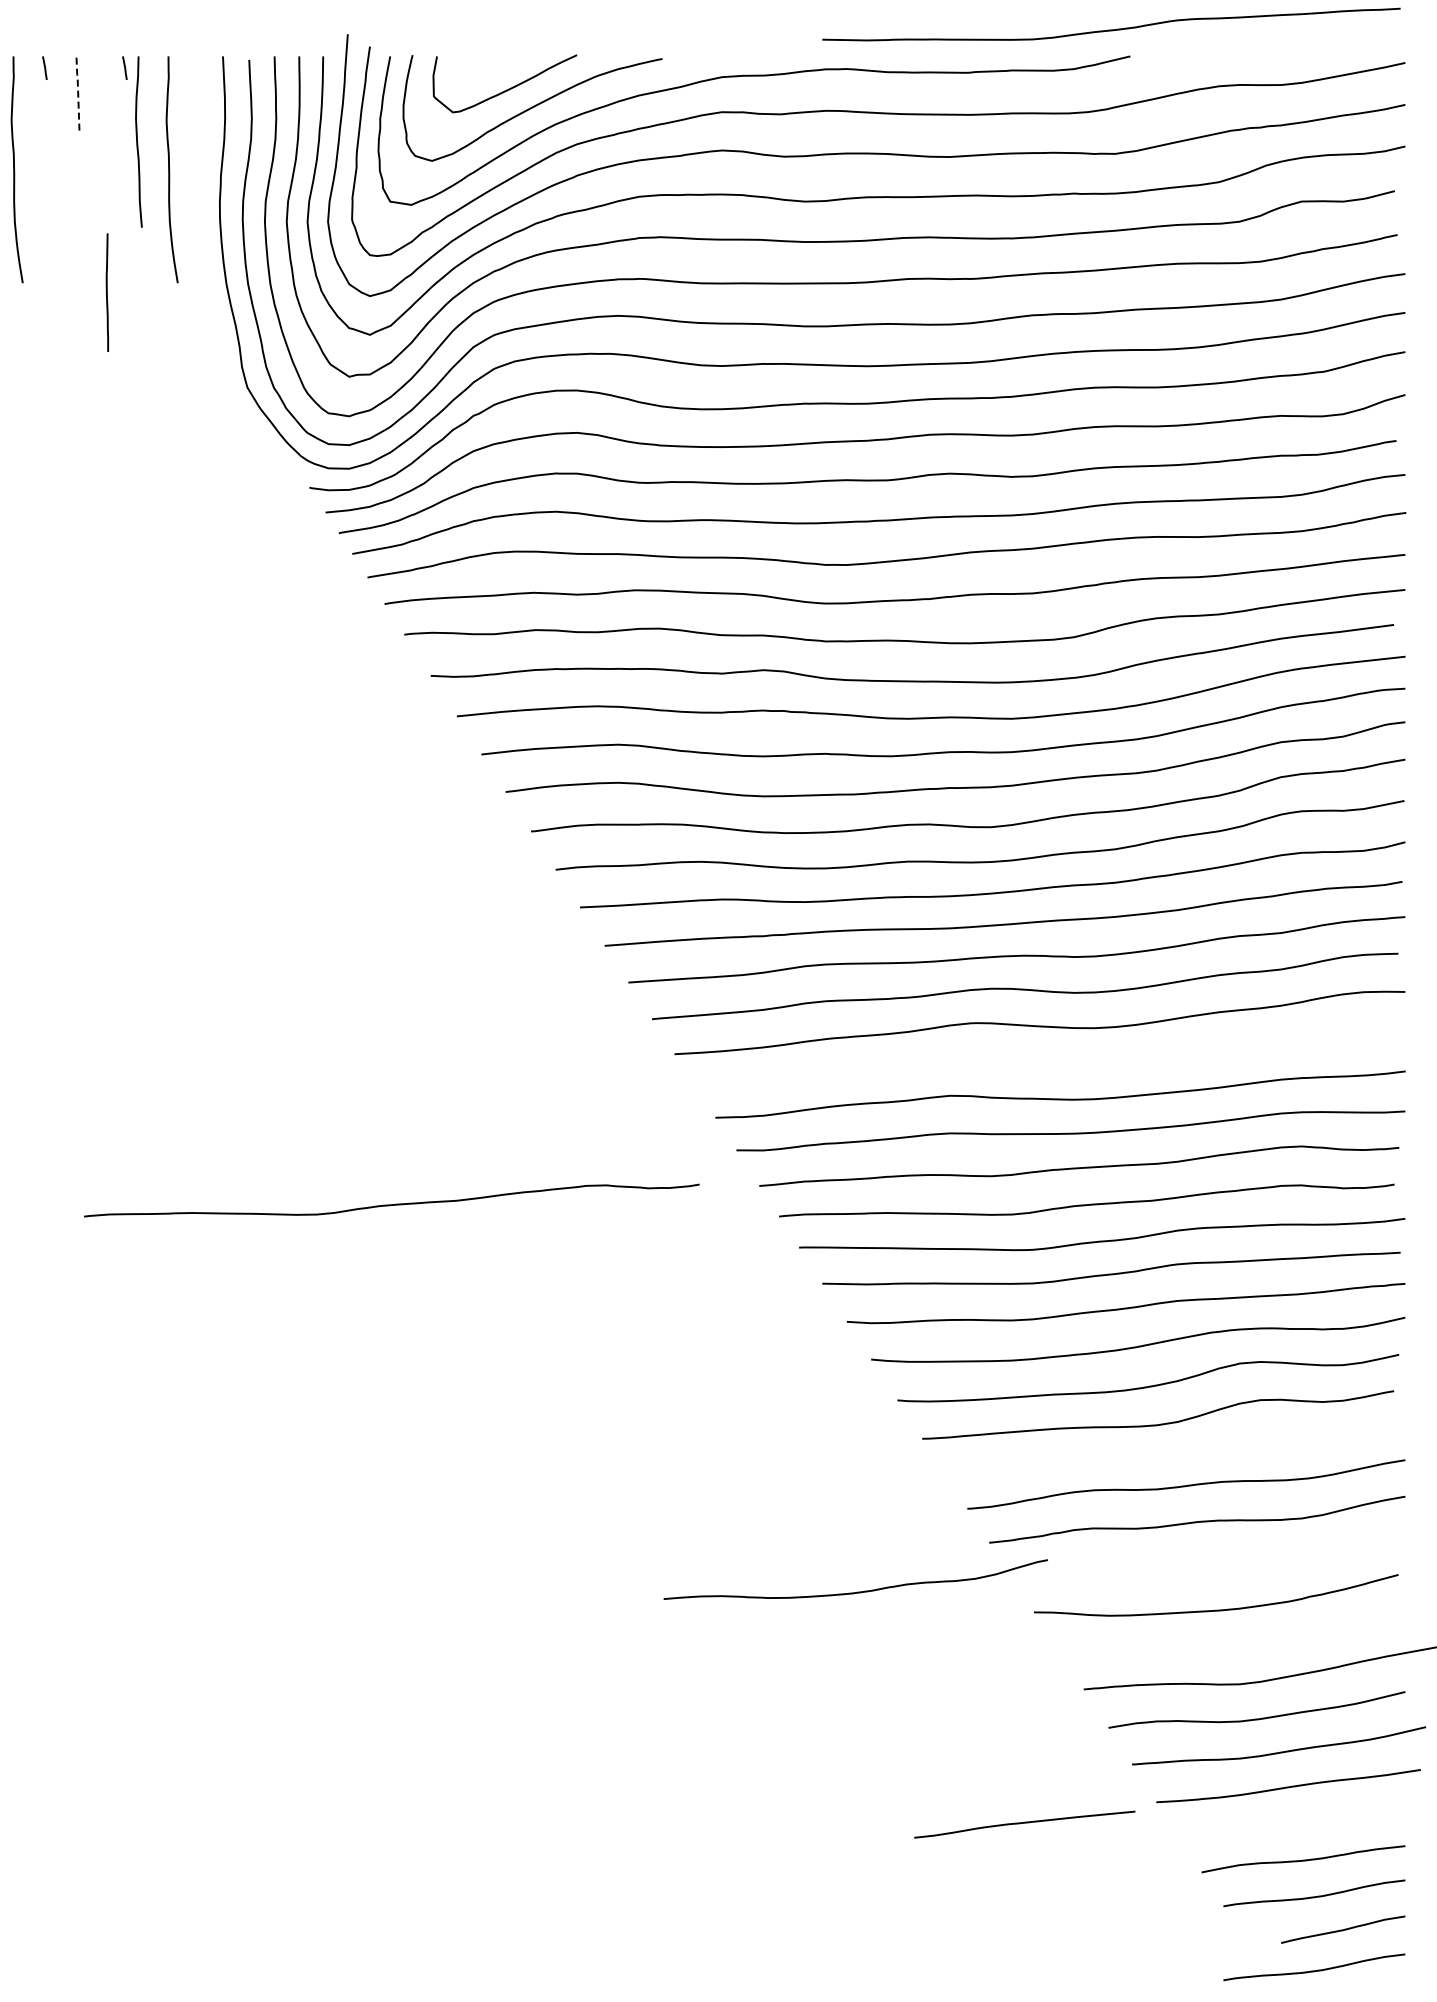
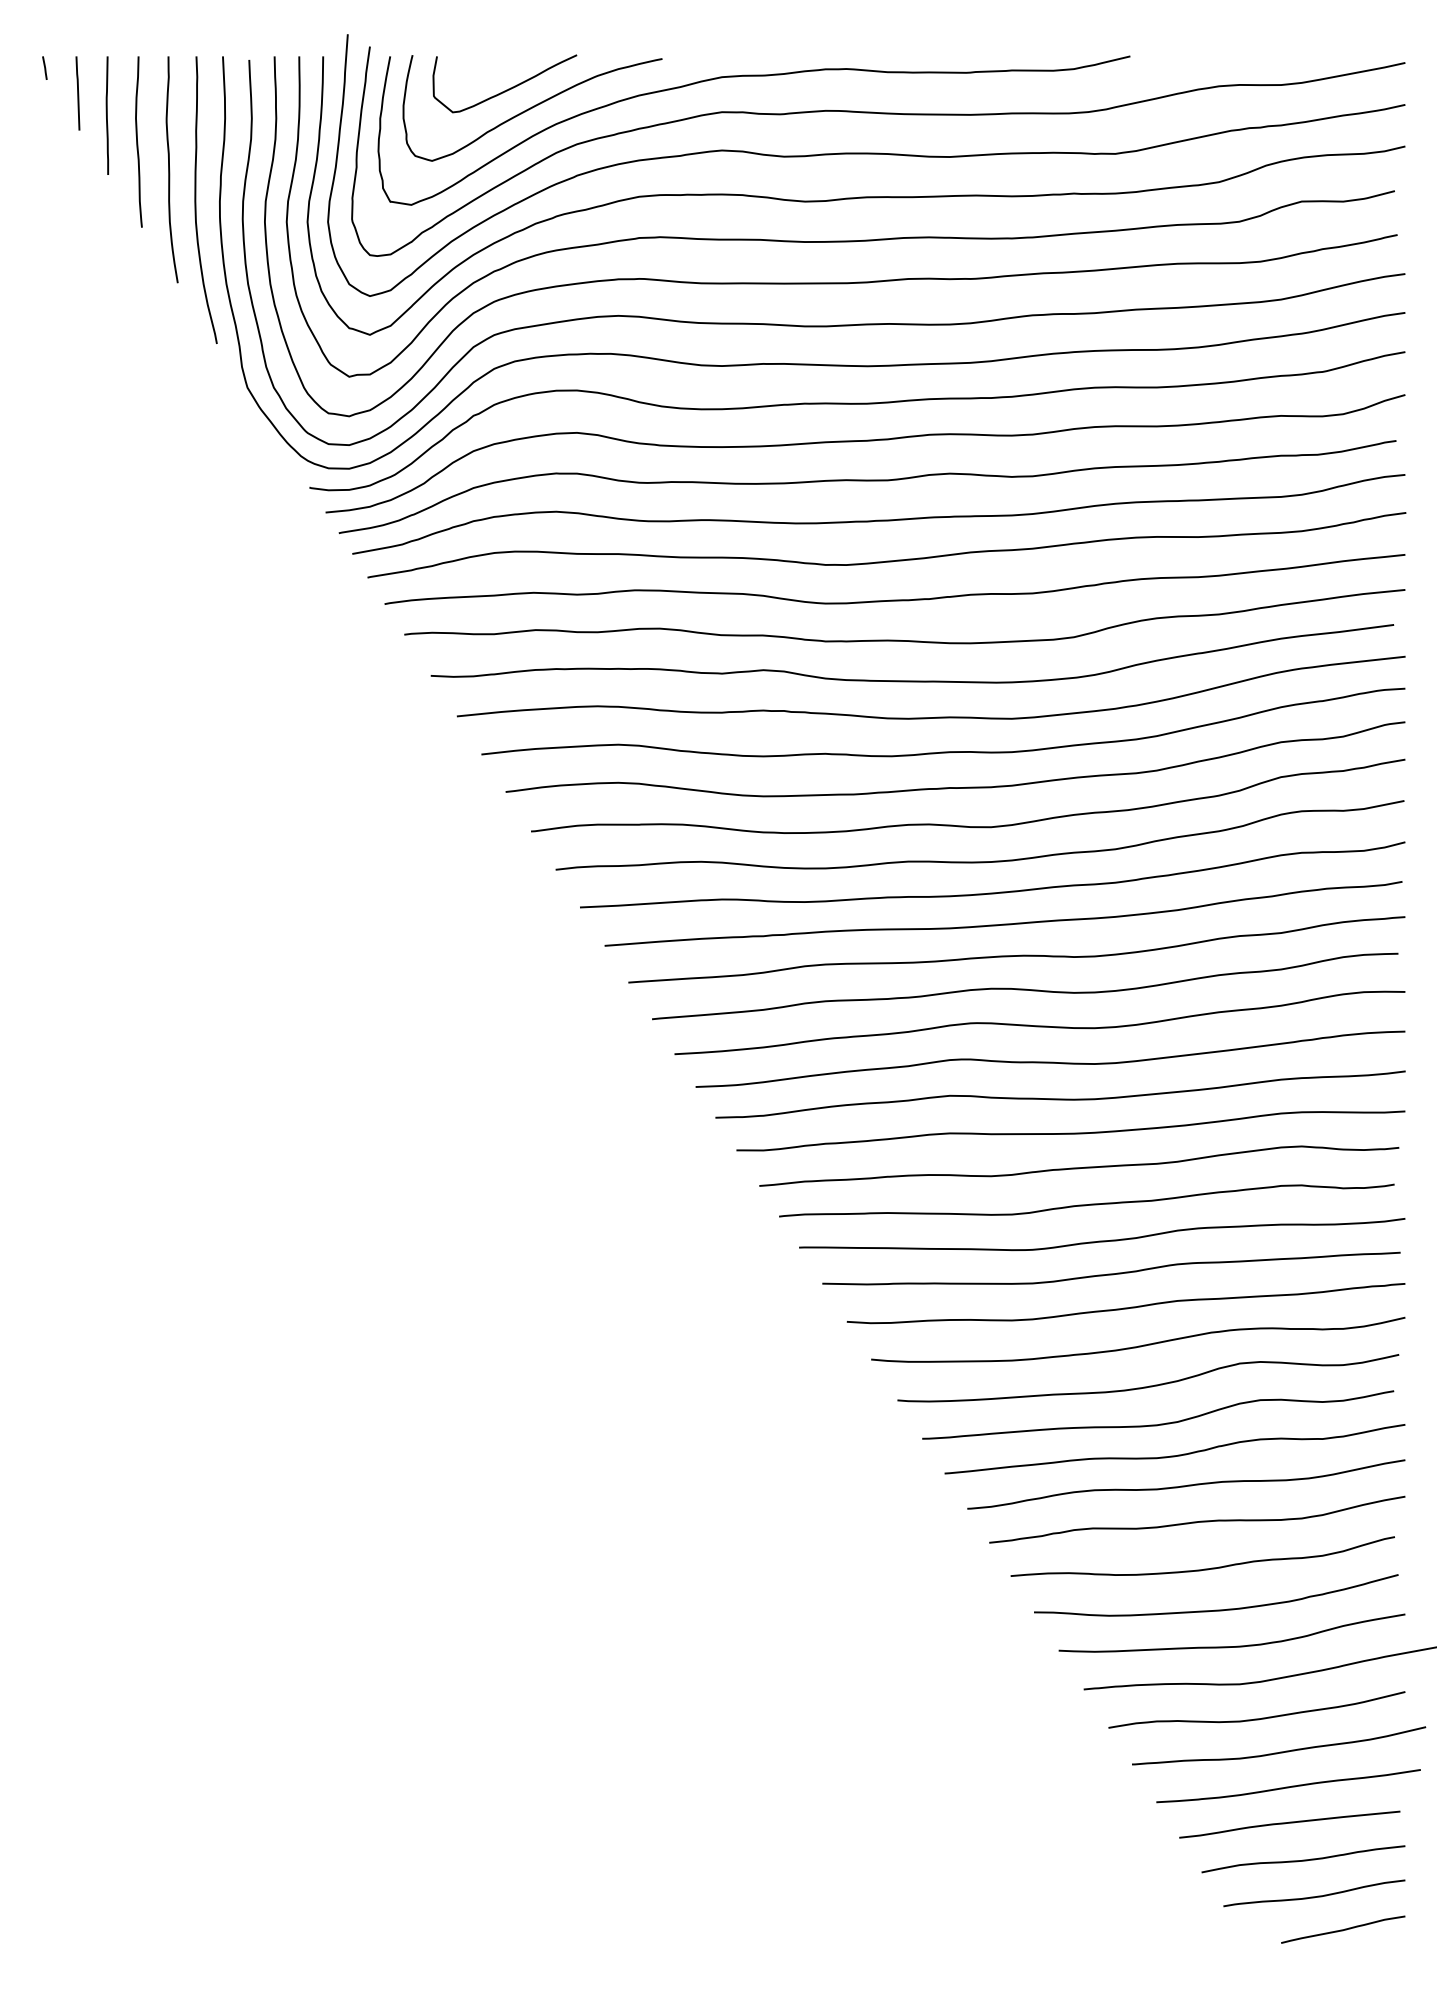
curve at (1111, 29): present -> none
line at (124, 67): present -> none
line at (78, 92): dashed -> solid
curve at (15, 170): present -> none
curve at (196, 199): none -> present
line at (106, 292) position: (106, 292) -> (106, 115)
curve at (1050, 1061): none -> present
curve at (391, 1204): present -> none
curve at (1174, 1455): none -> present
curve at (857, 1591) position: (857, 1591) -> (1204, 1568)
curve at (1231, 1646): none -> present
curve at (1024, 1823) position: (1024, 1823) -> (1289, 1823)
curve at (1314, 1970): present -> none
